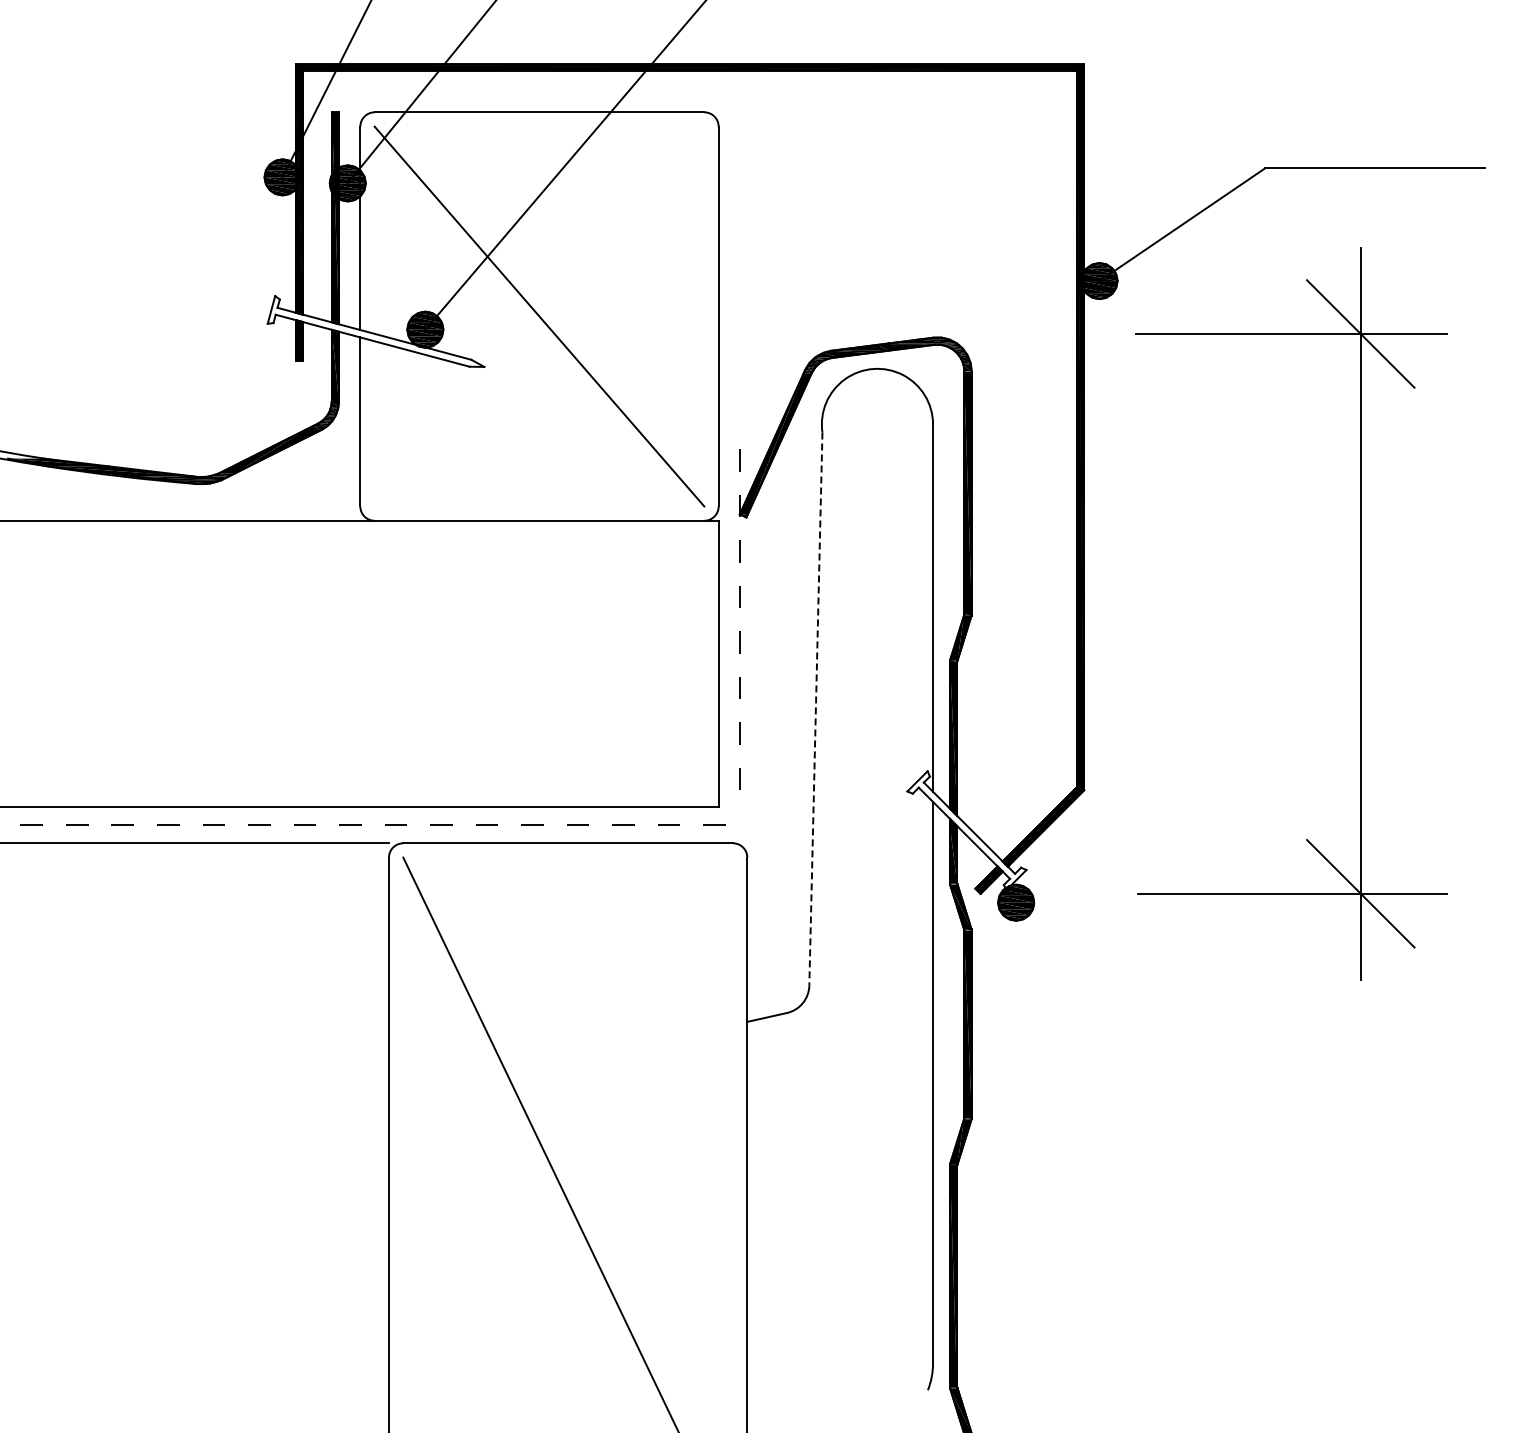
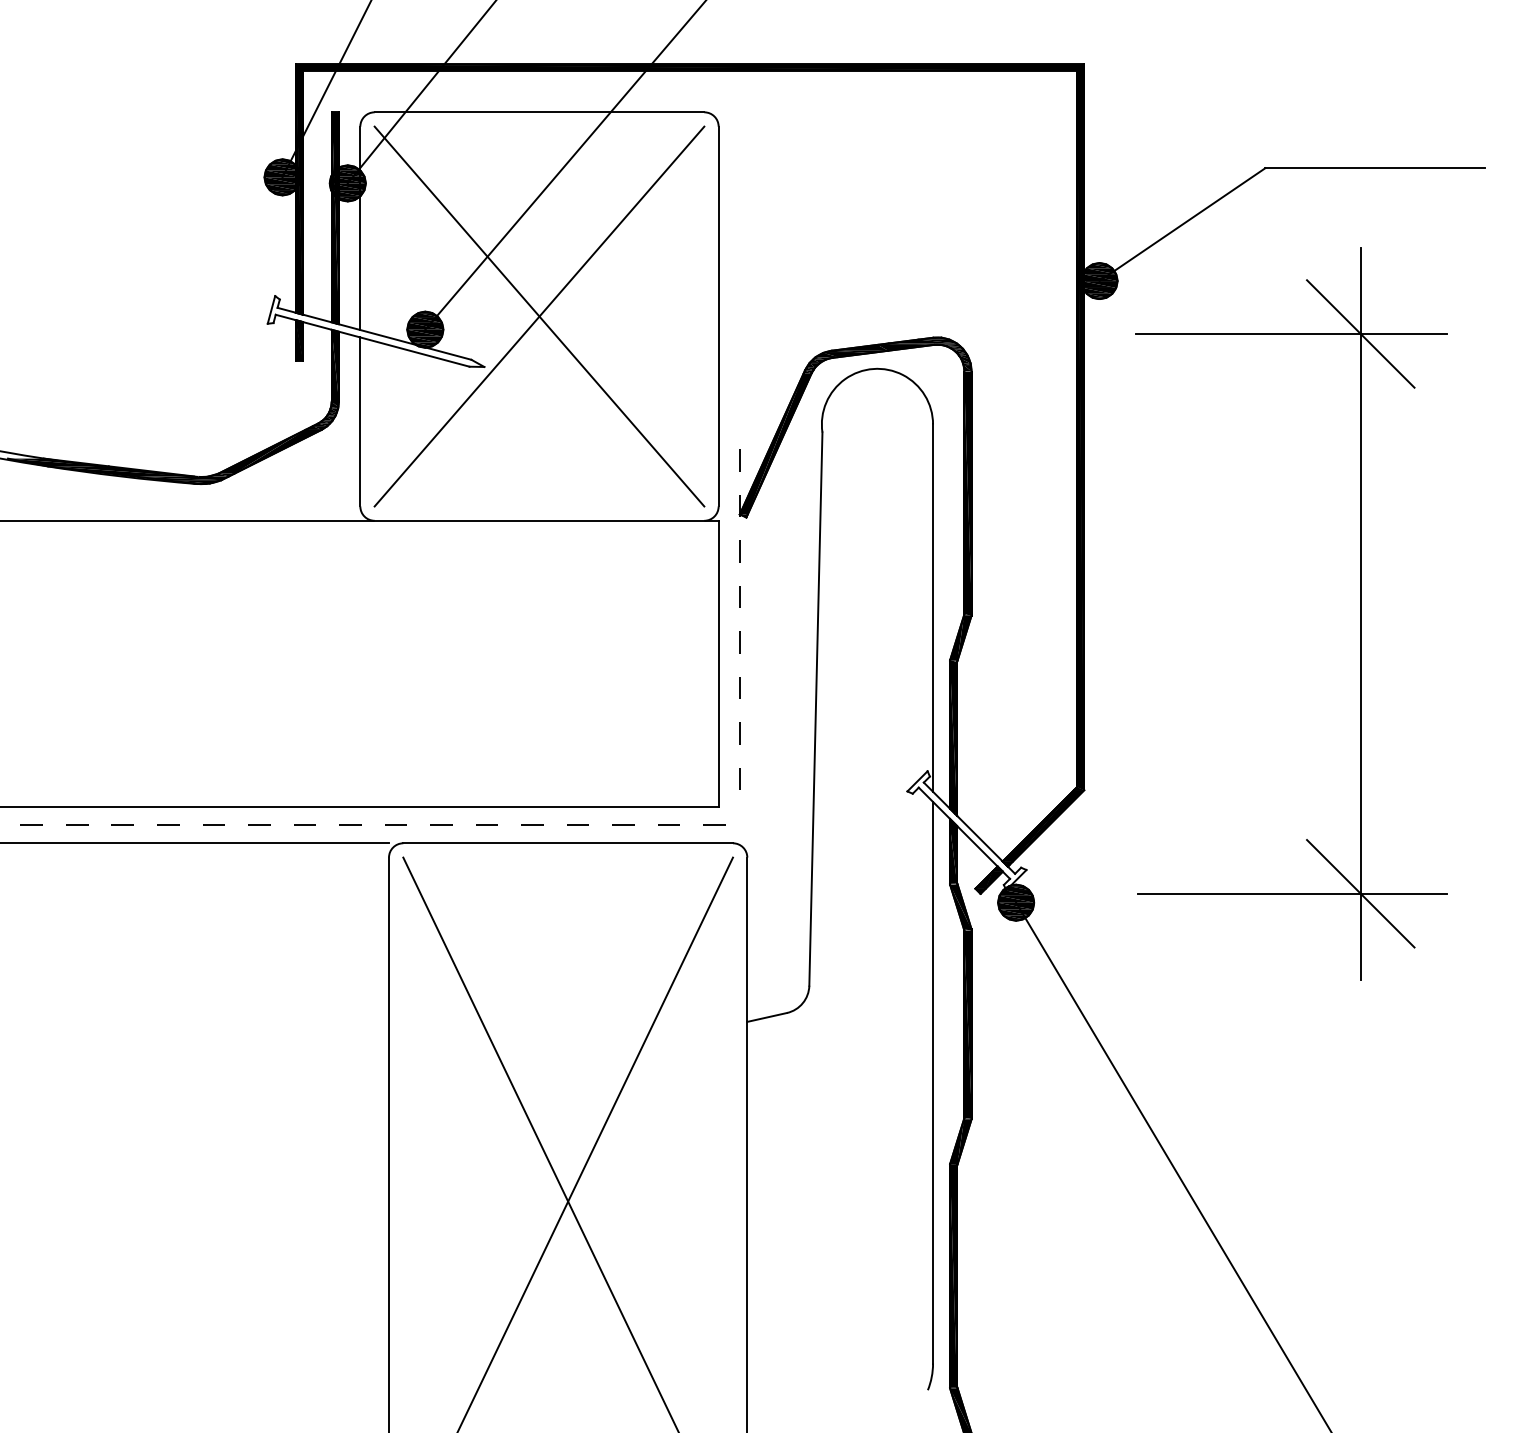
line at (539, 316): none -> present
line at (815, 709): dashed -> solid
line at (595, 1143): none -> present
line at (1172, 1165): none -> present
